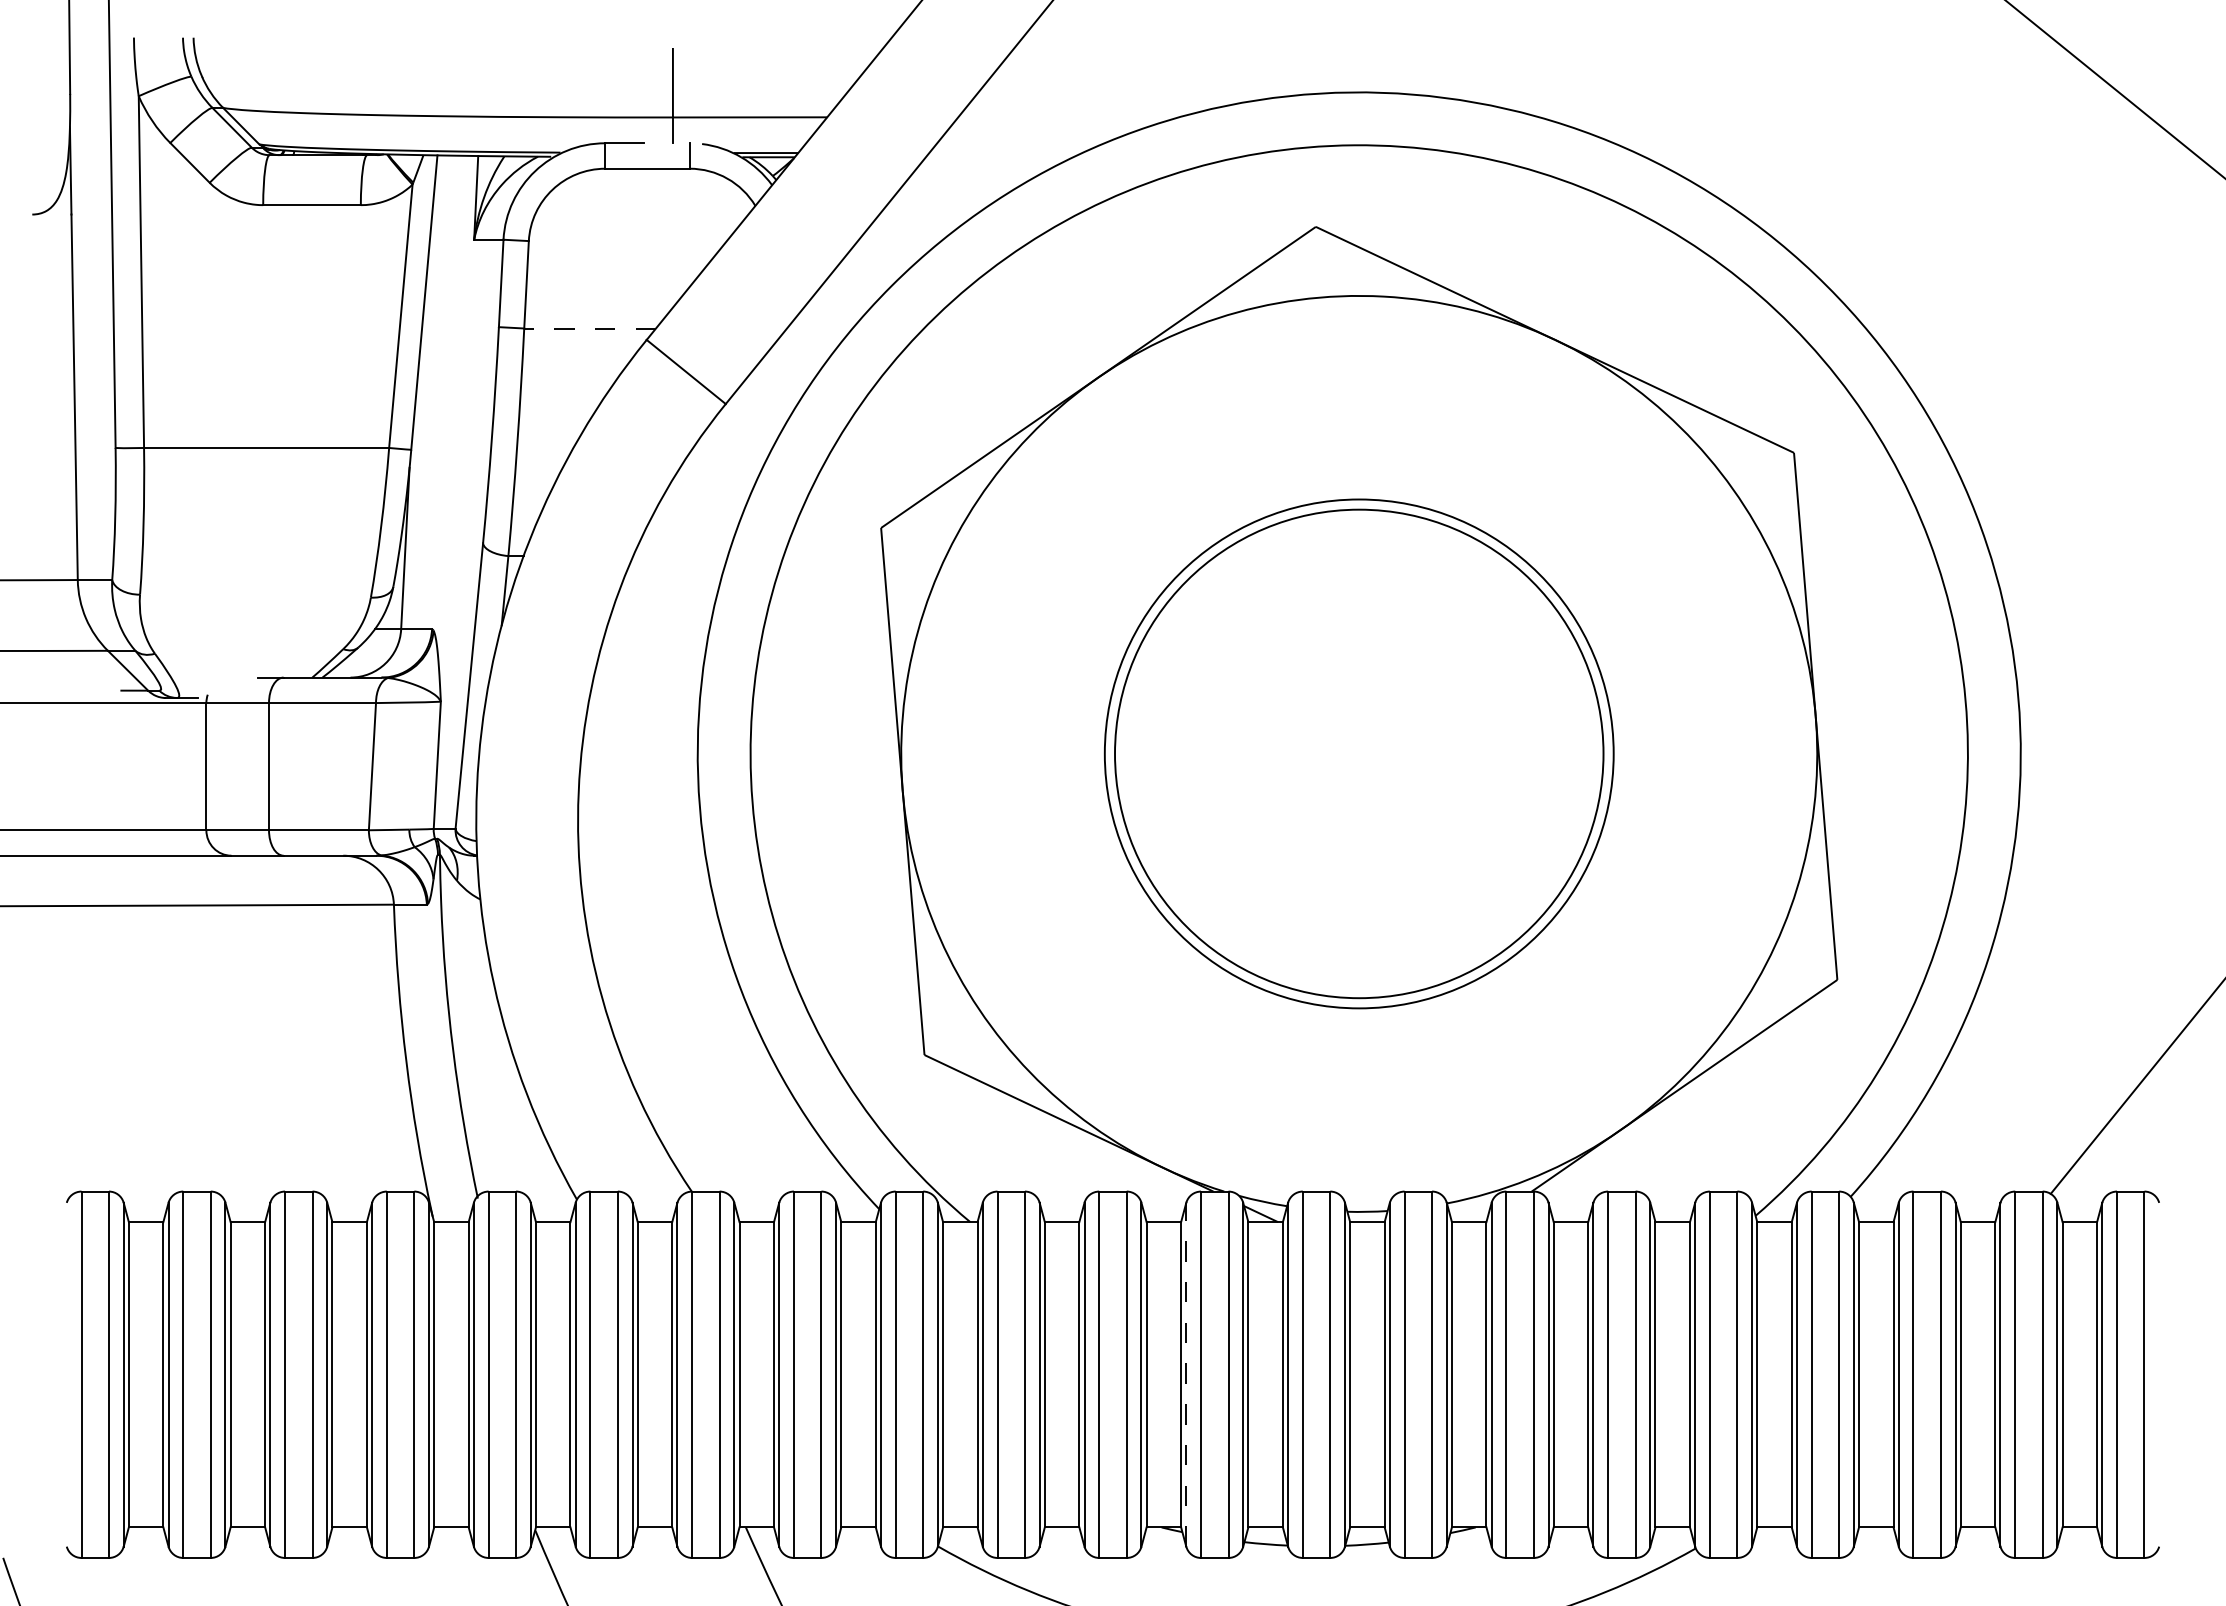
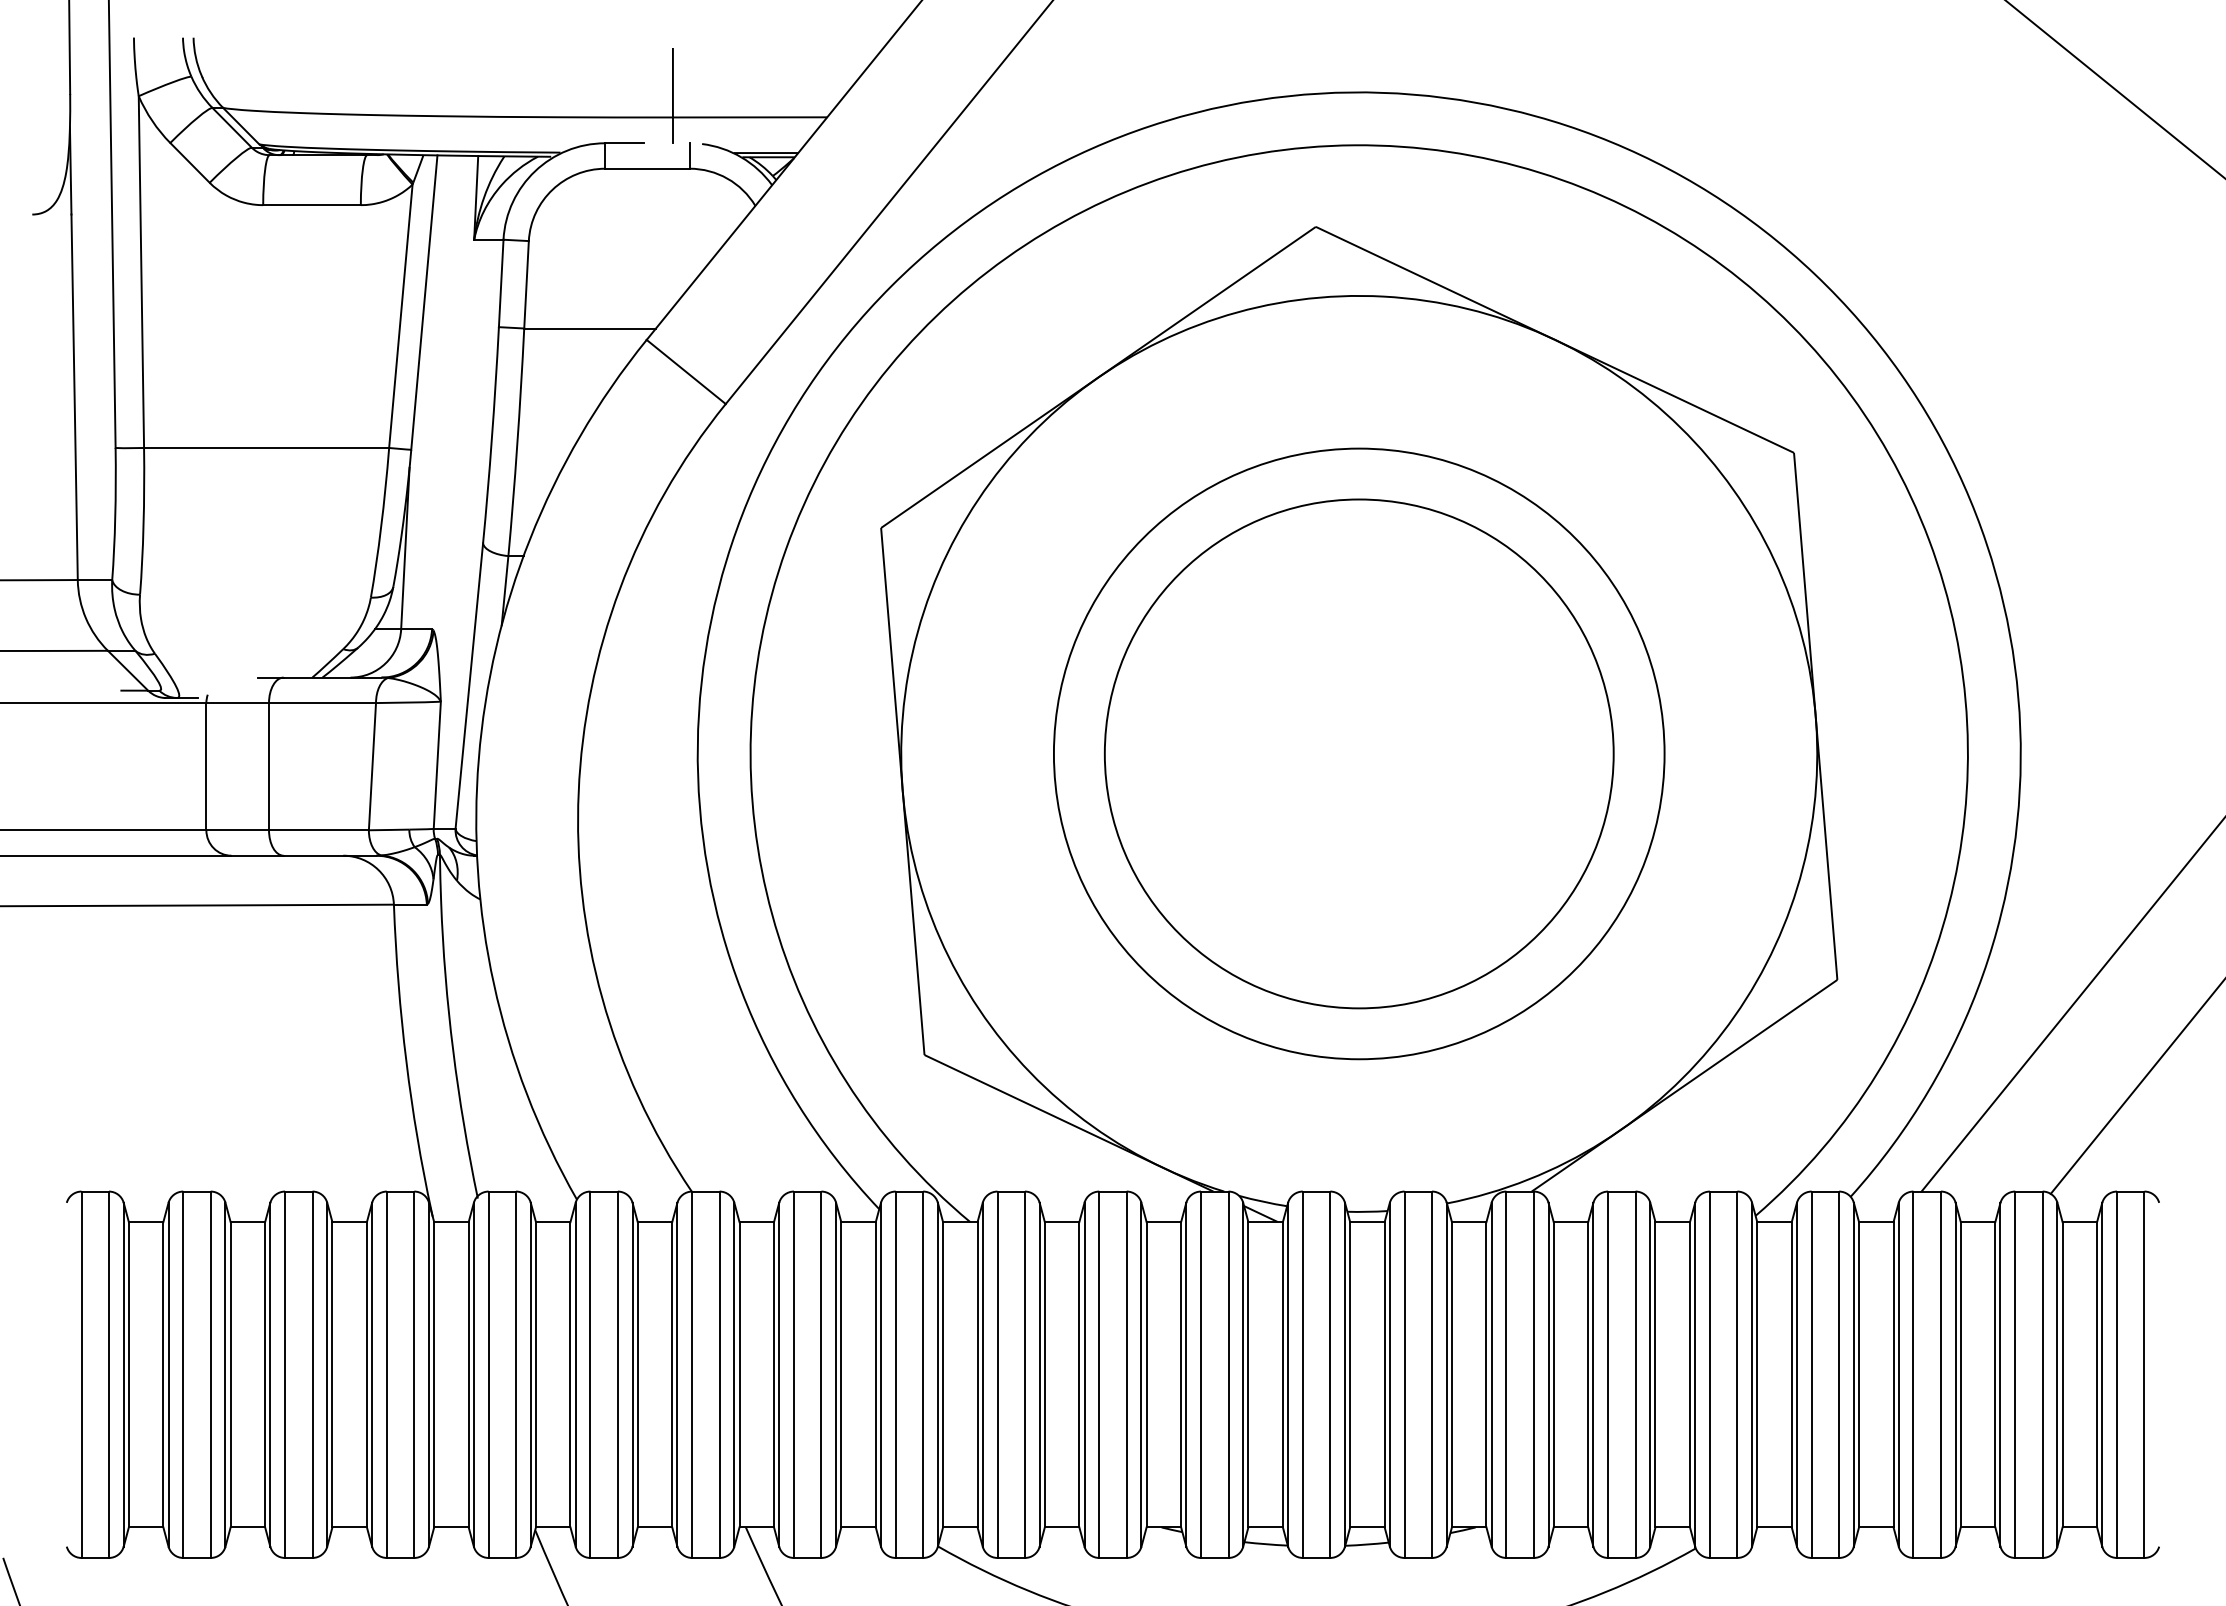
line at (590, 328): dashed -> solid
circle at (1359, 753) diameter: 489 px -> 611 px
line at (2071, 1005): none -> present
line at (1186, 1374): dashed -> solid
